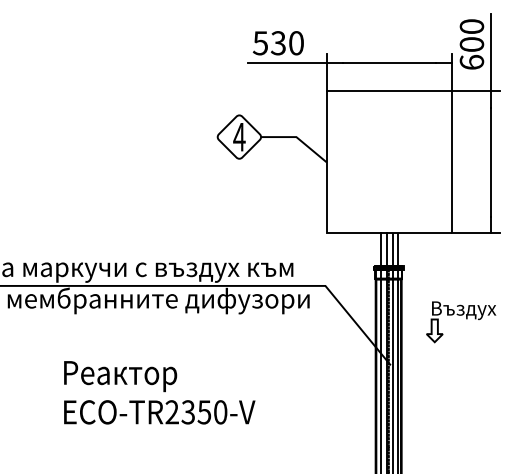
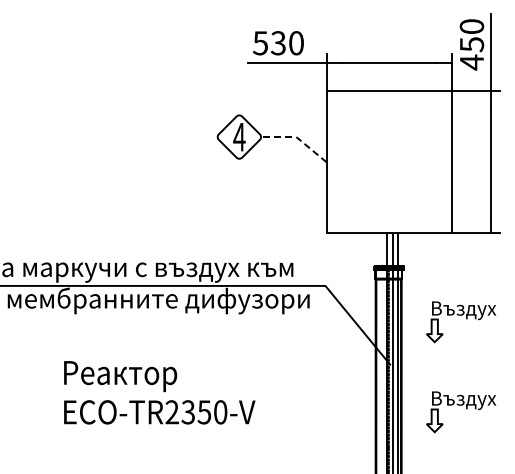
text at (471, 53): 600 -> 450
line at (297, 137): solid -> dashed
line at (380, 351): present -> none
part at (461, 412): none -> present
